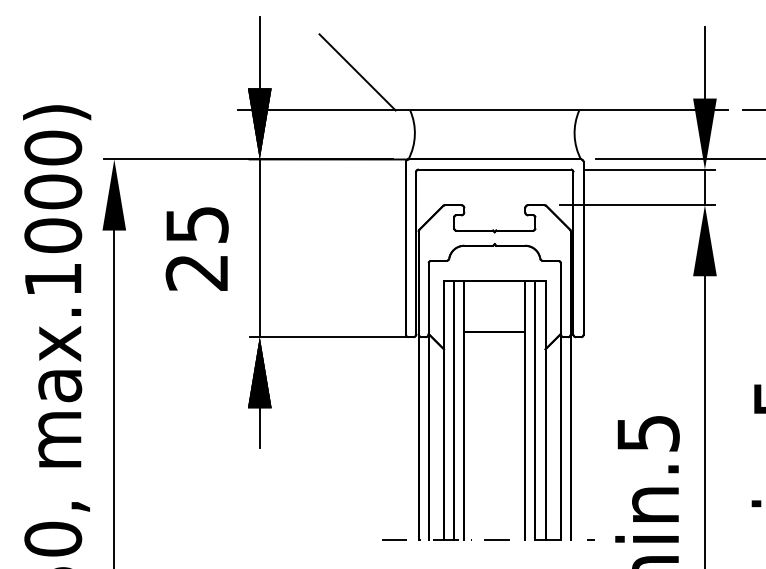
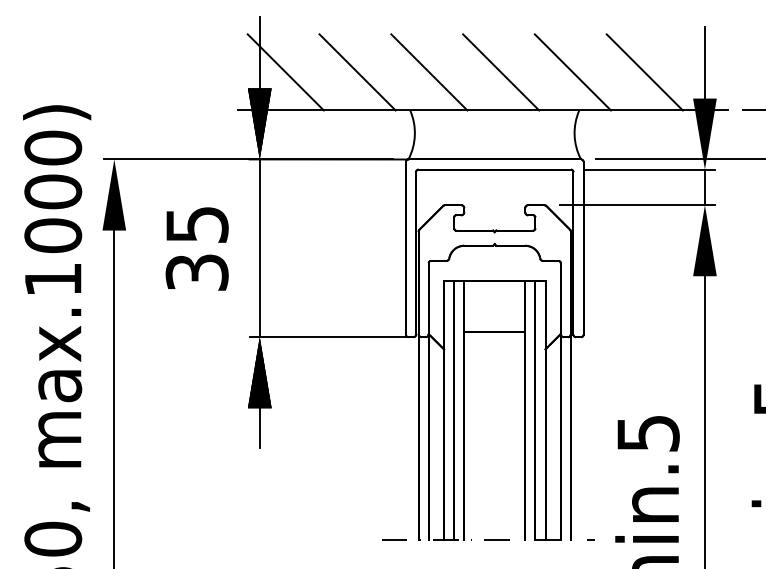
line at (285, 72): none -> present
line at (429, 72): none -> present
line at (501, 72): none -> present
line at (572, 72): none -> present
line at (644, 72): none -> present
text at (196, 272): 25 -> 35
